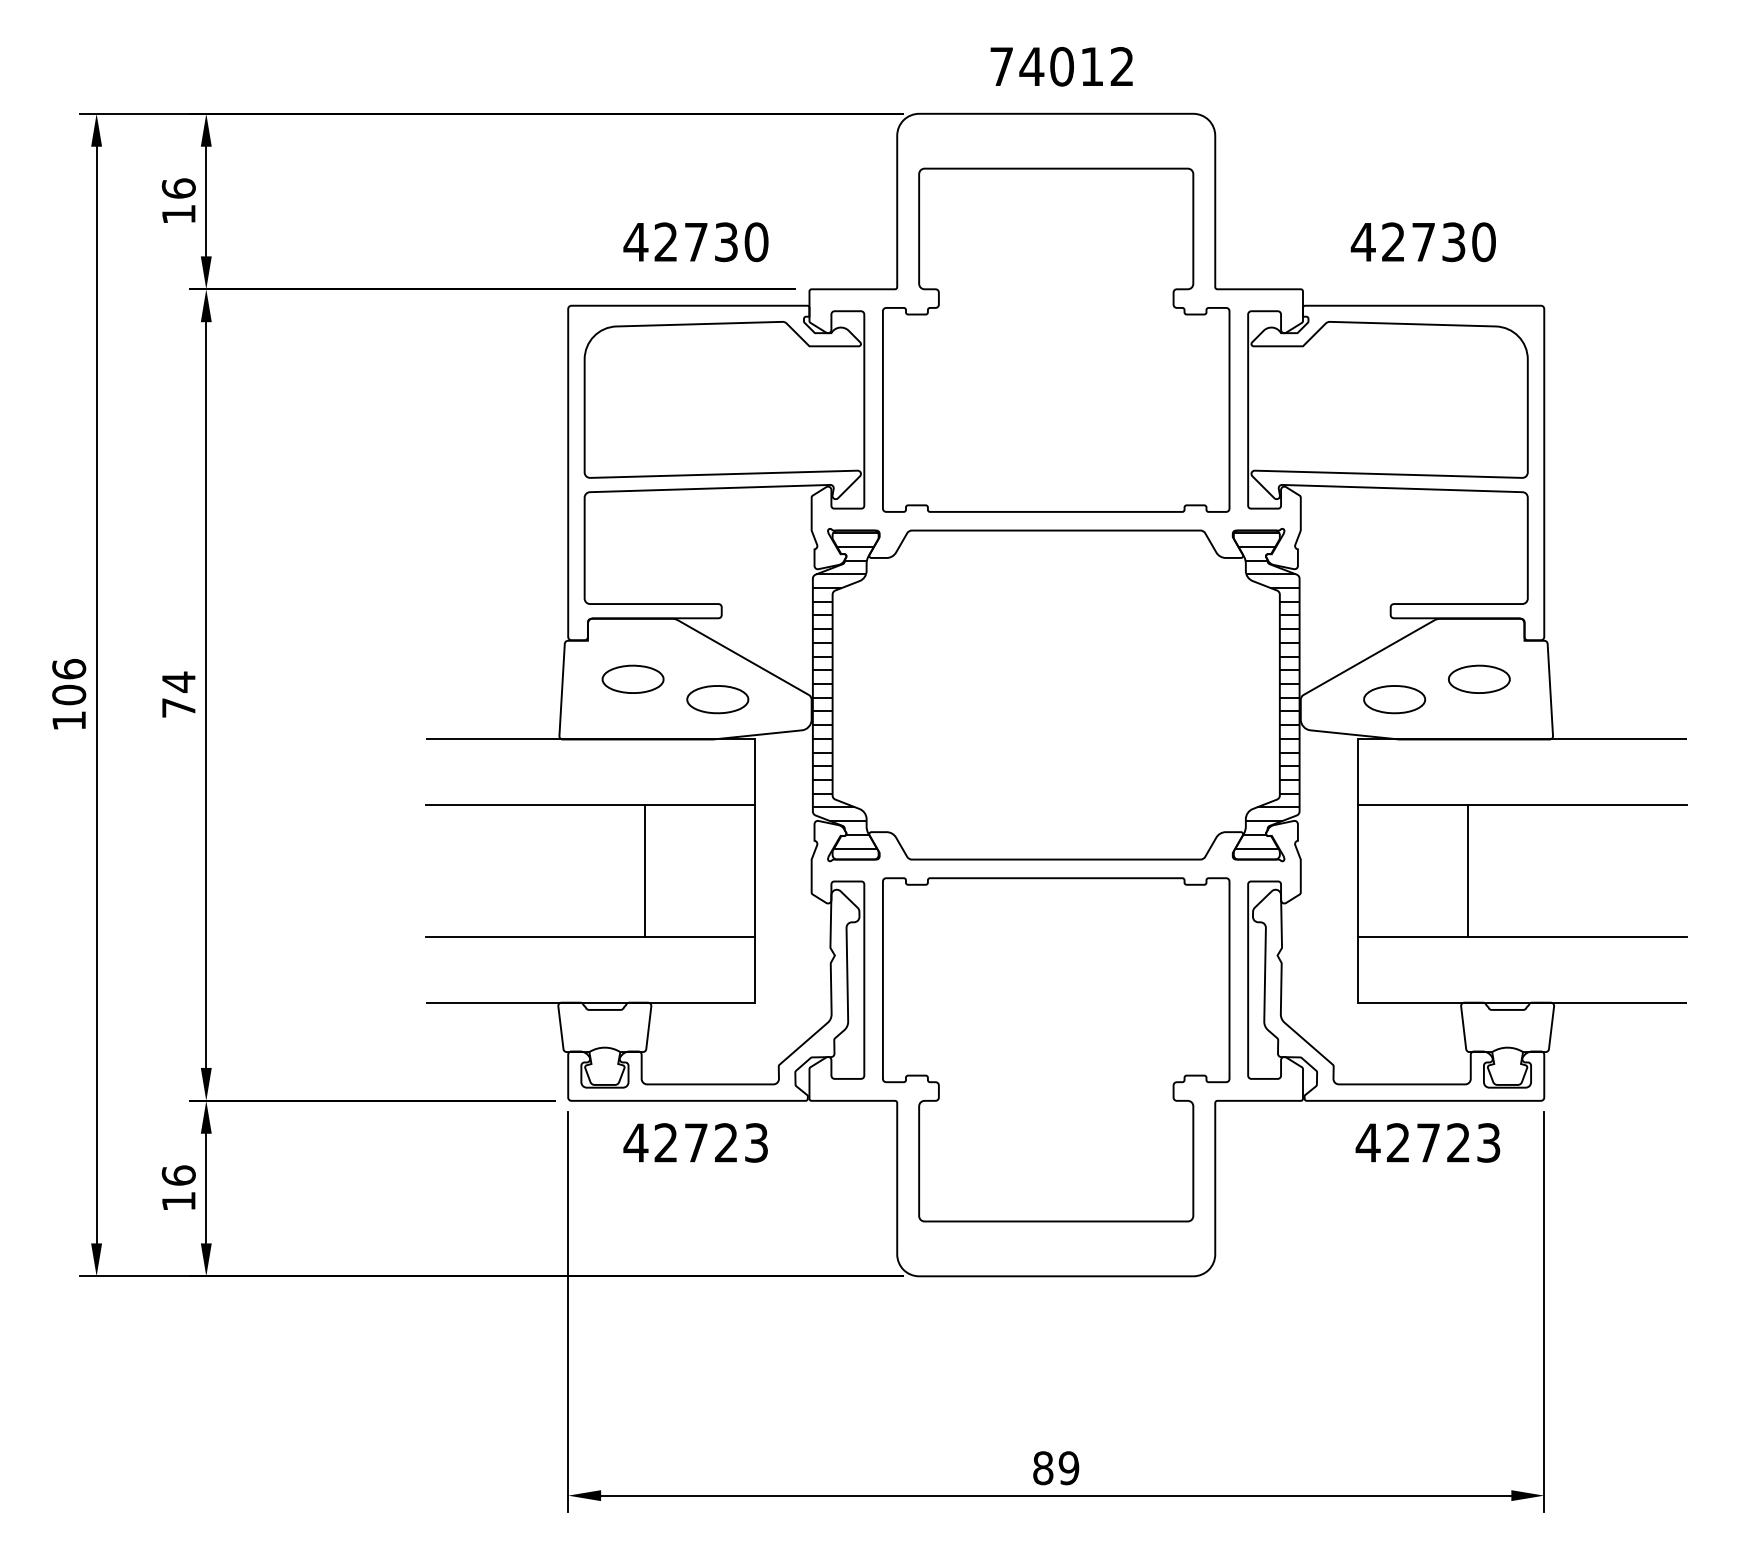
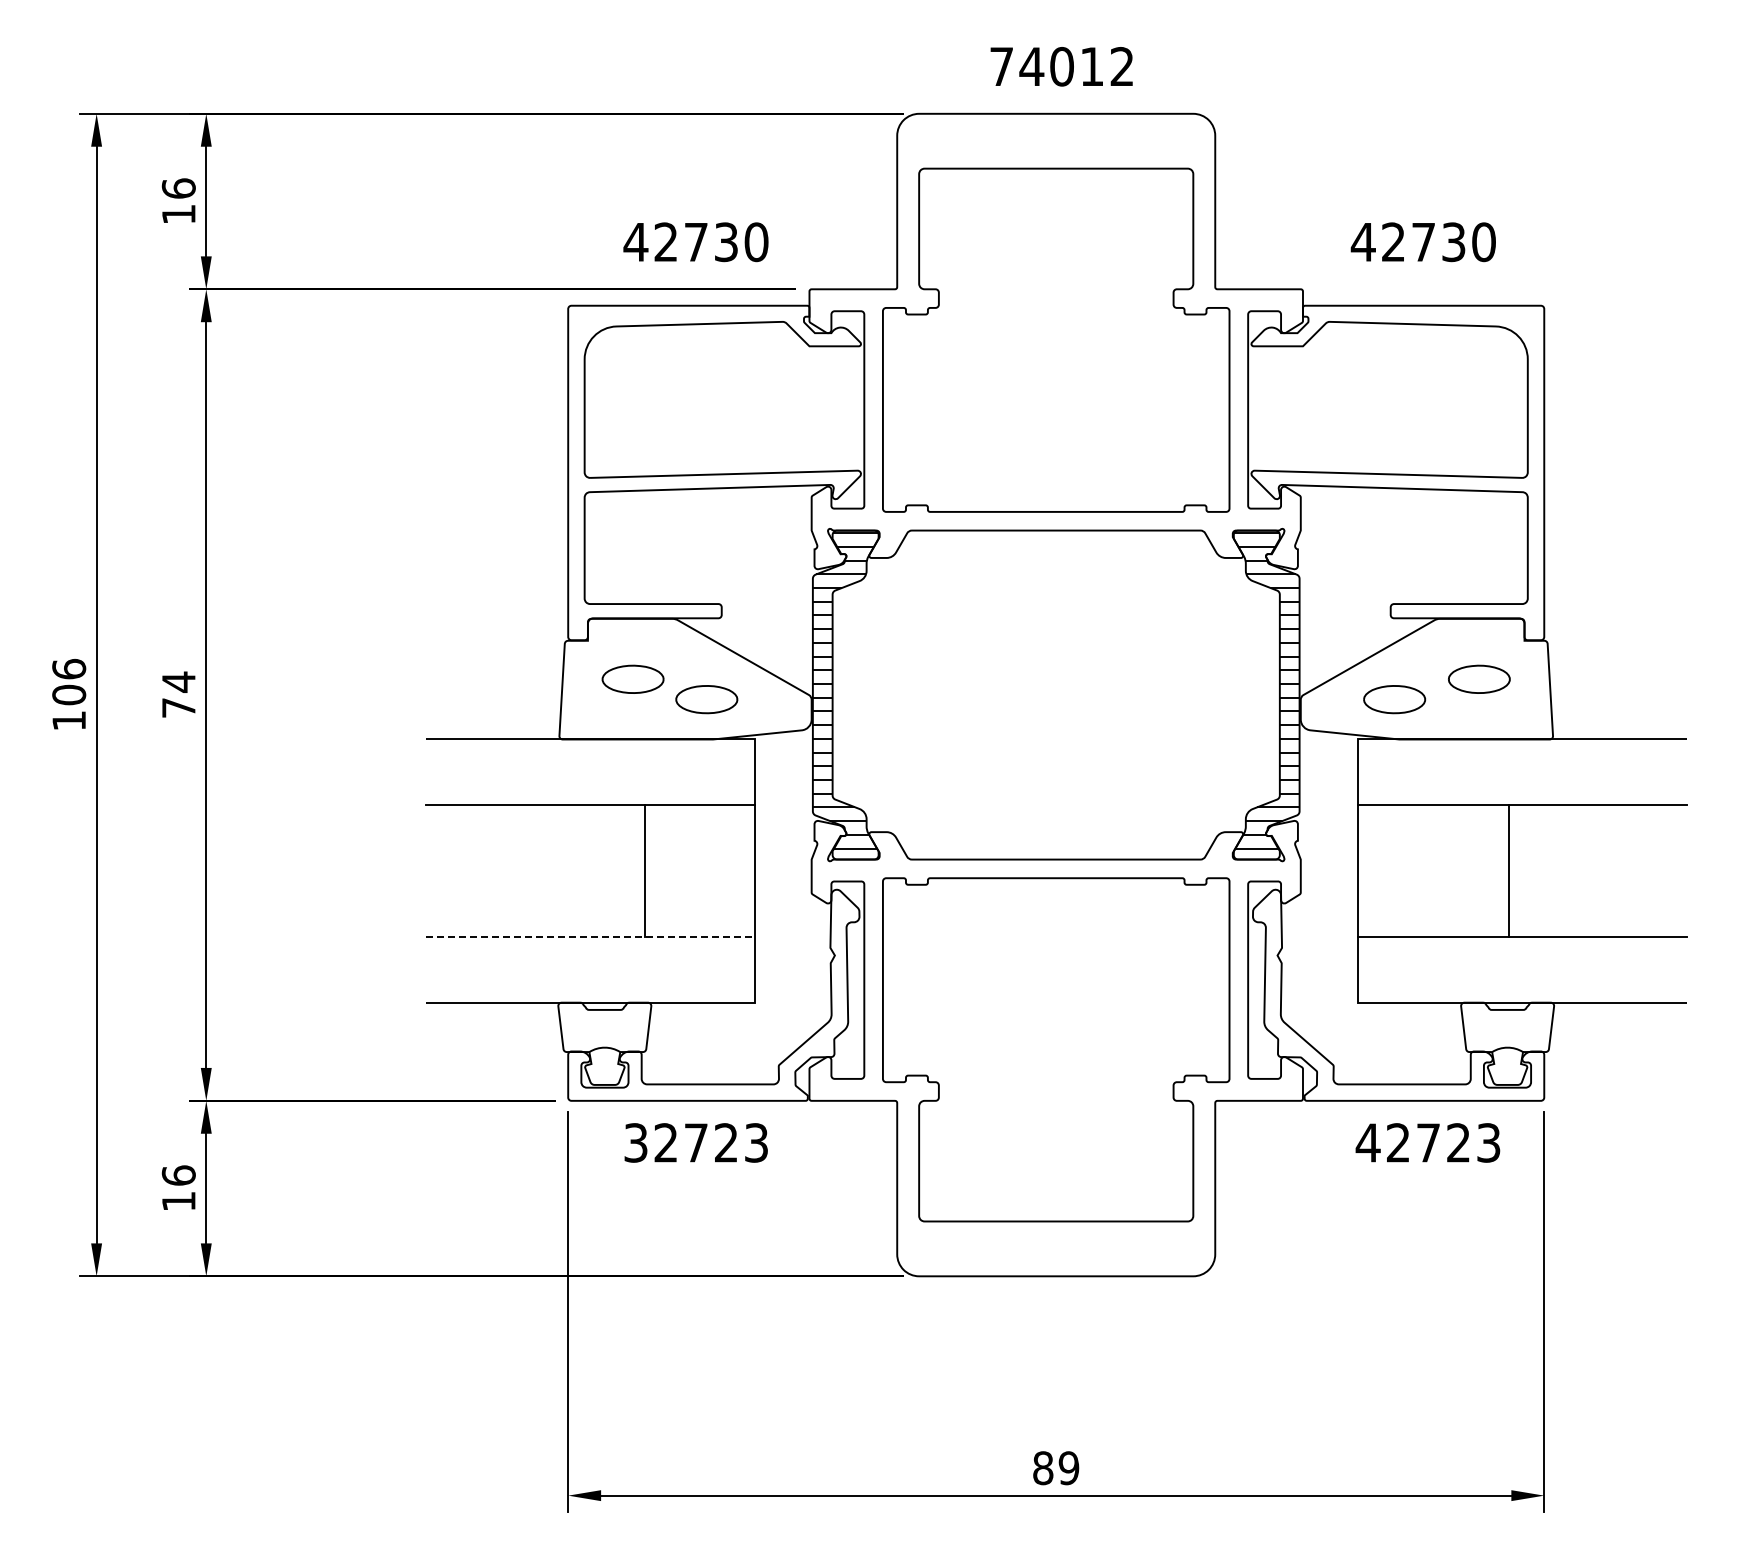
part at (717, 699) position: (717, 699) -> (706, 699)
line at (1467, 870) position: (1467, 870) -> (1508, 870)
line at (590, 936): solid -> dashed
text at (635, 1142): 42723 -> 32723
